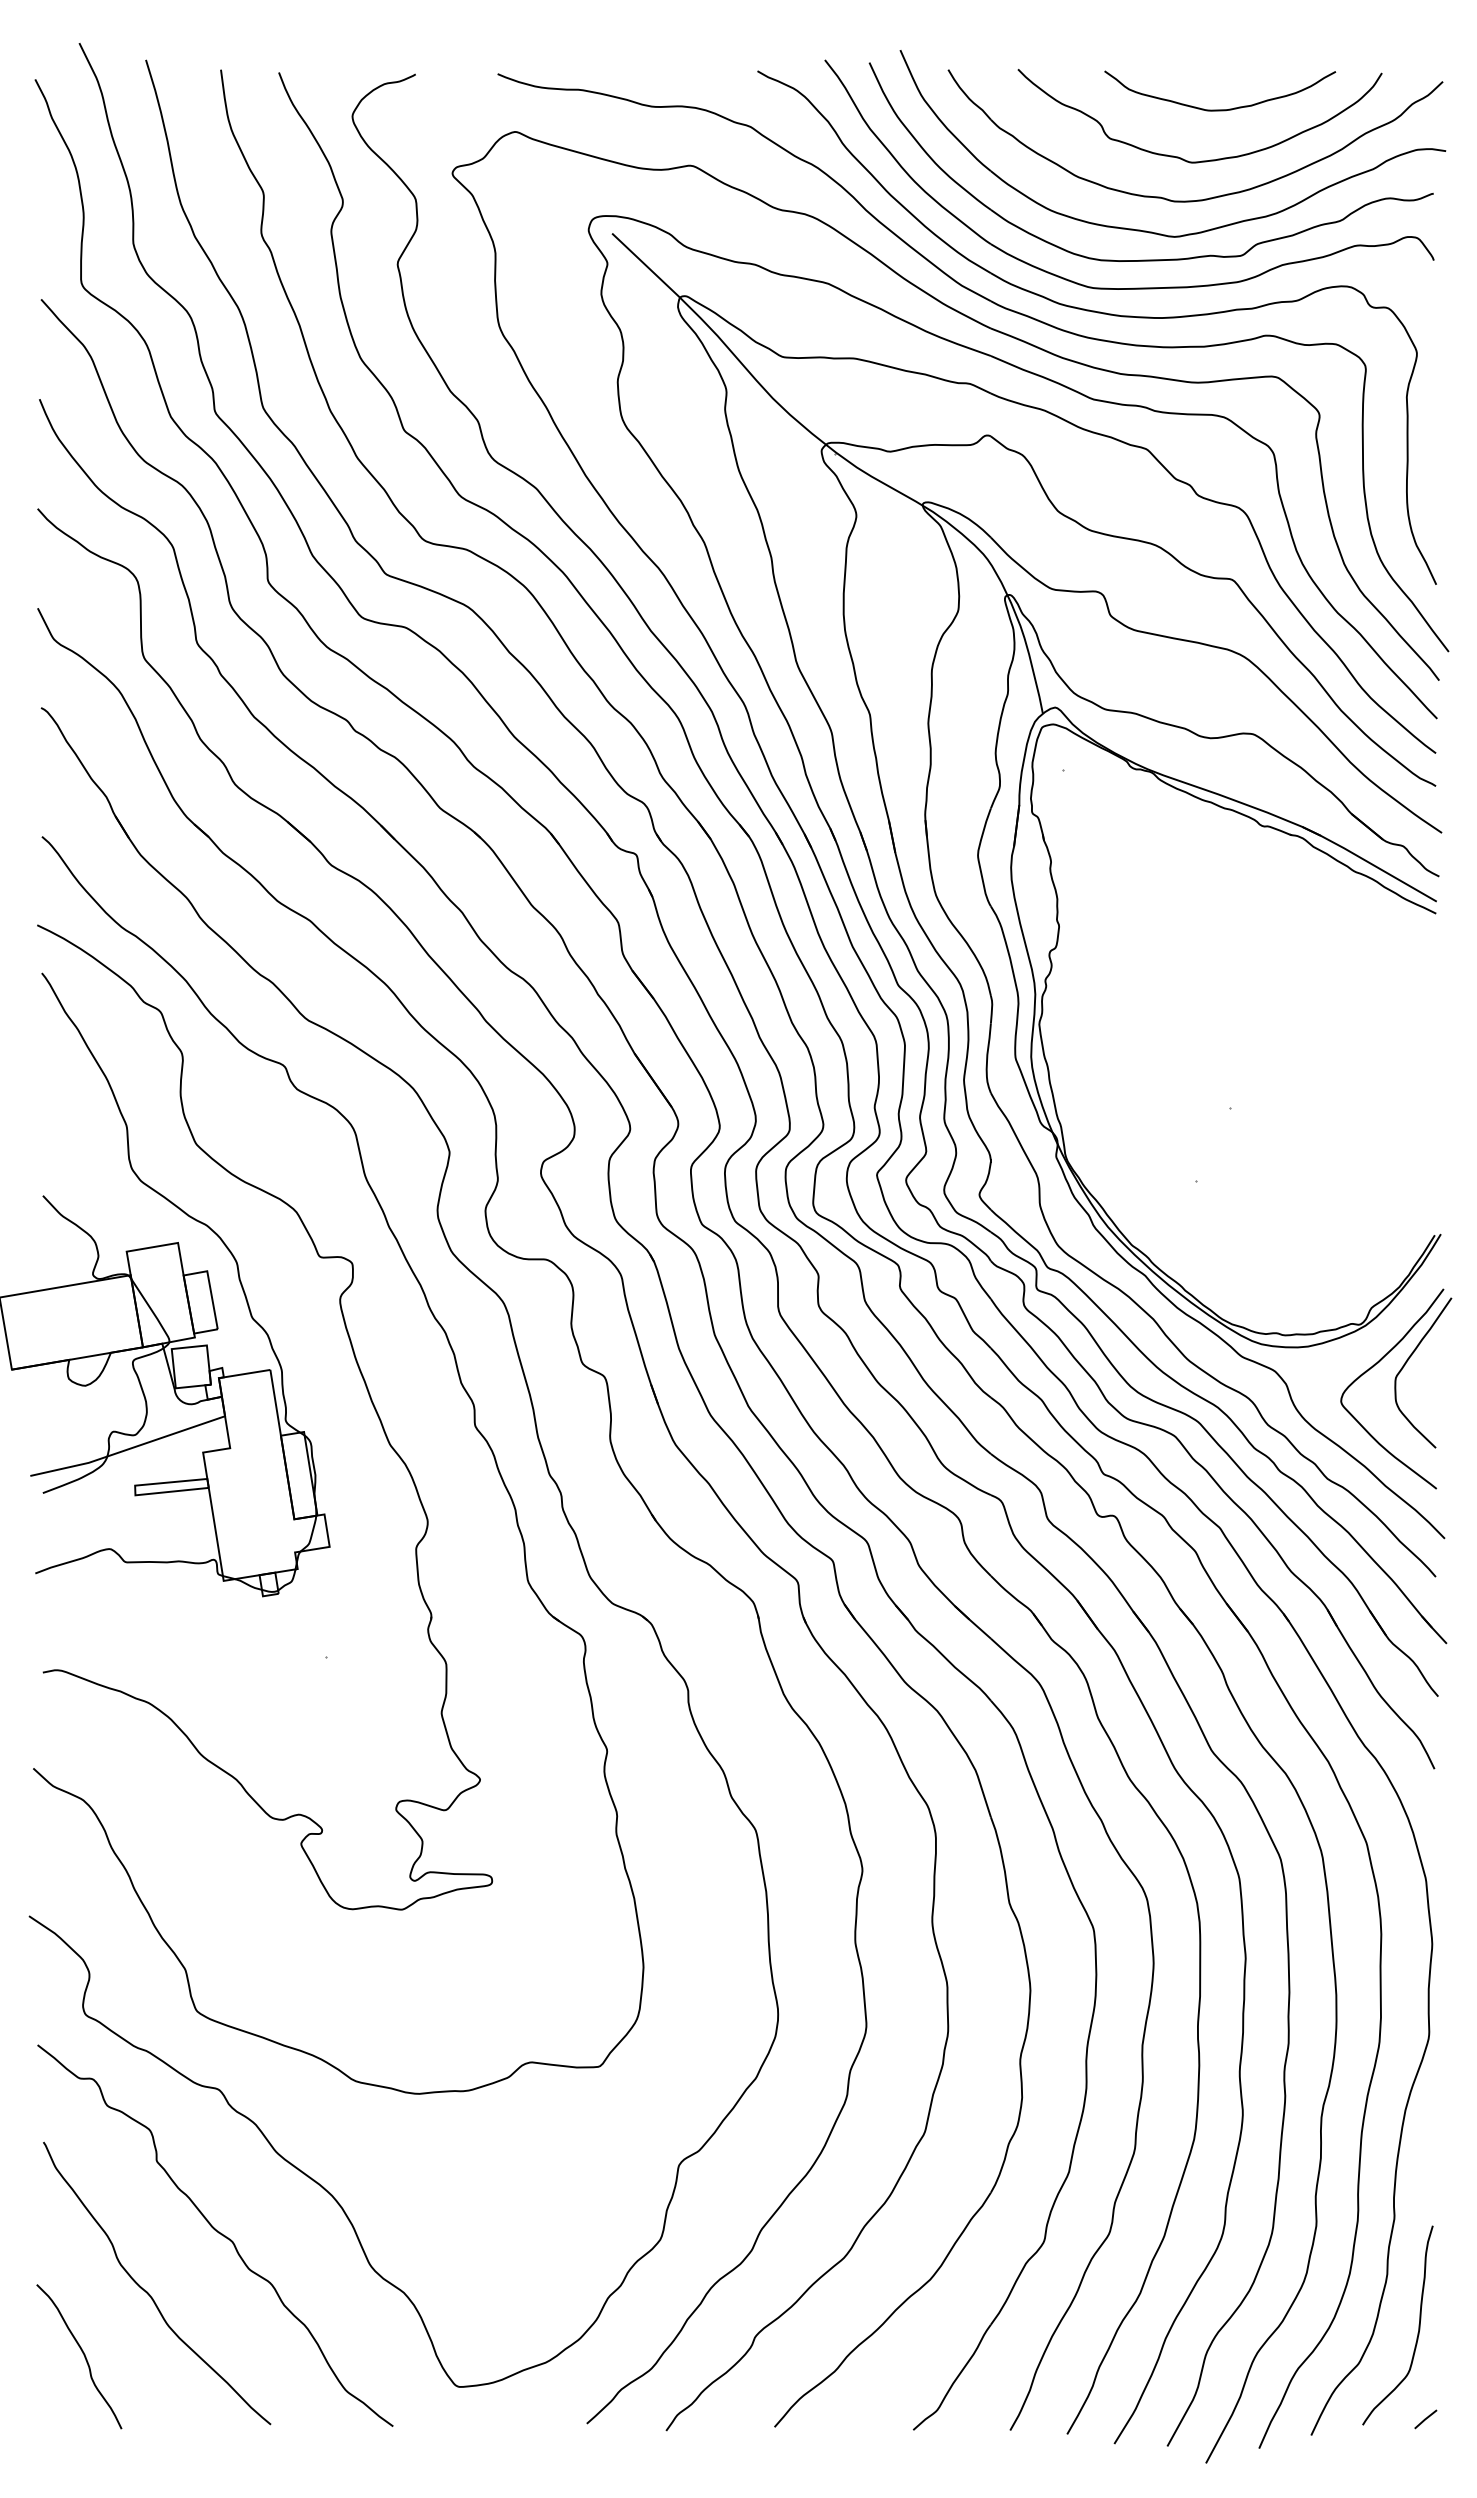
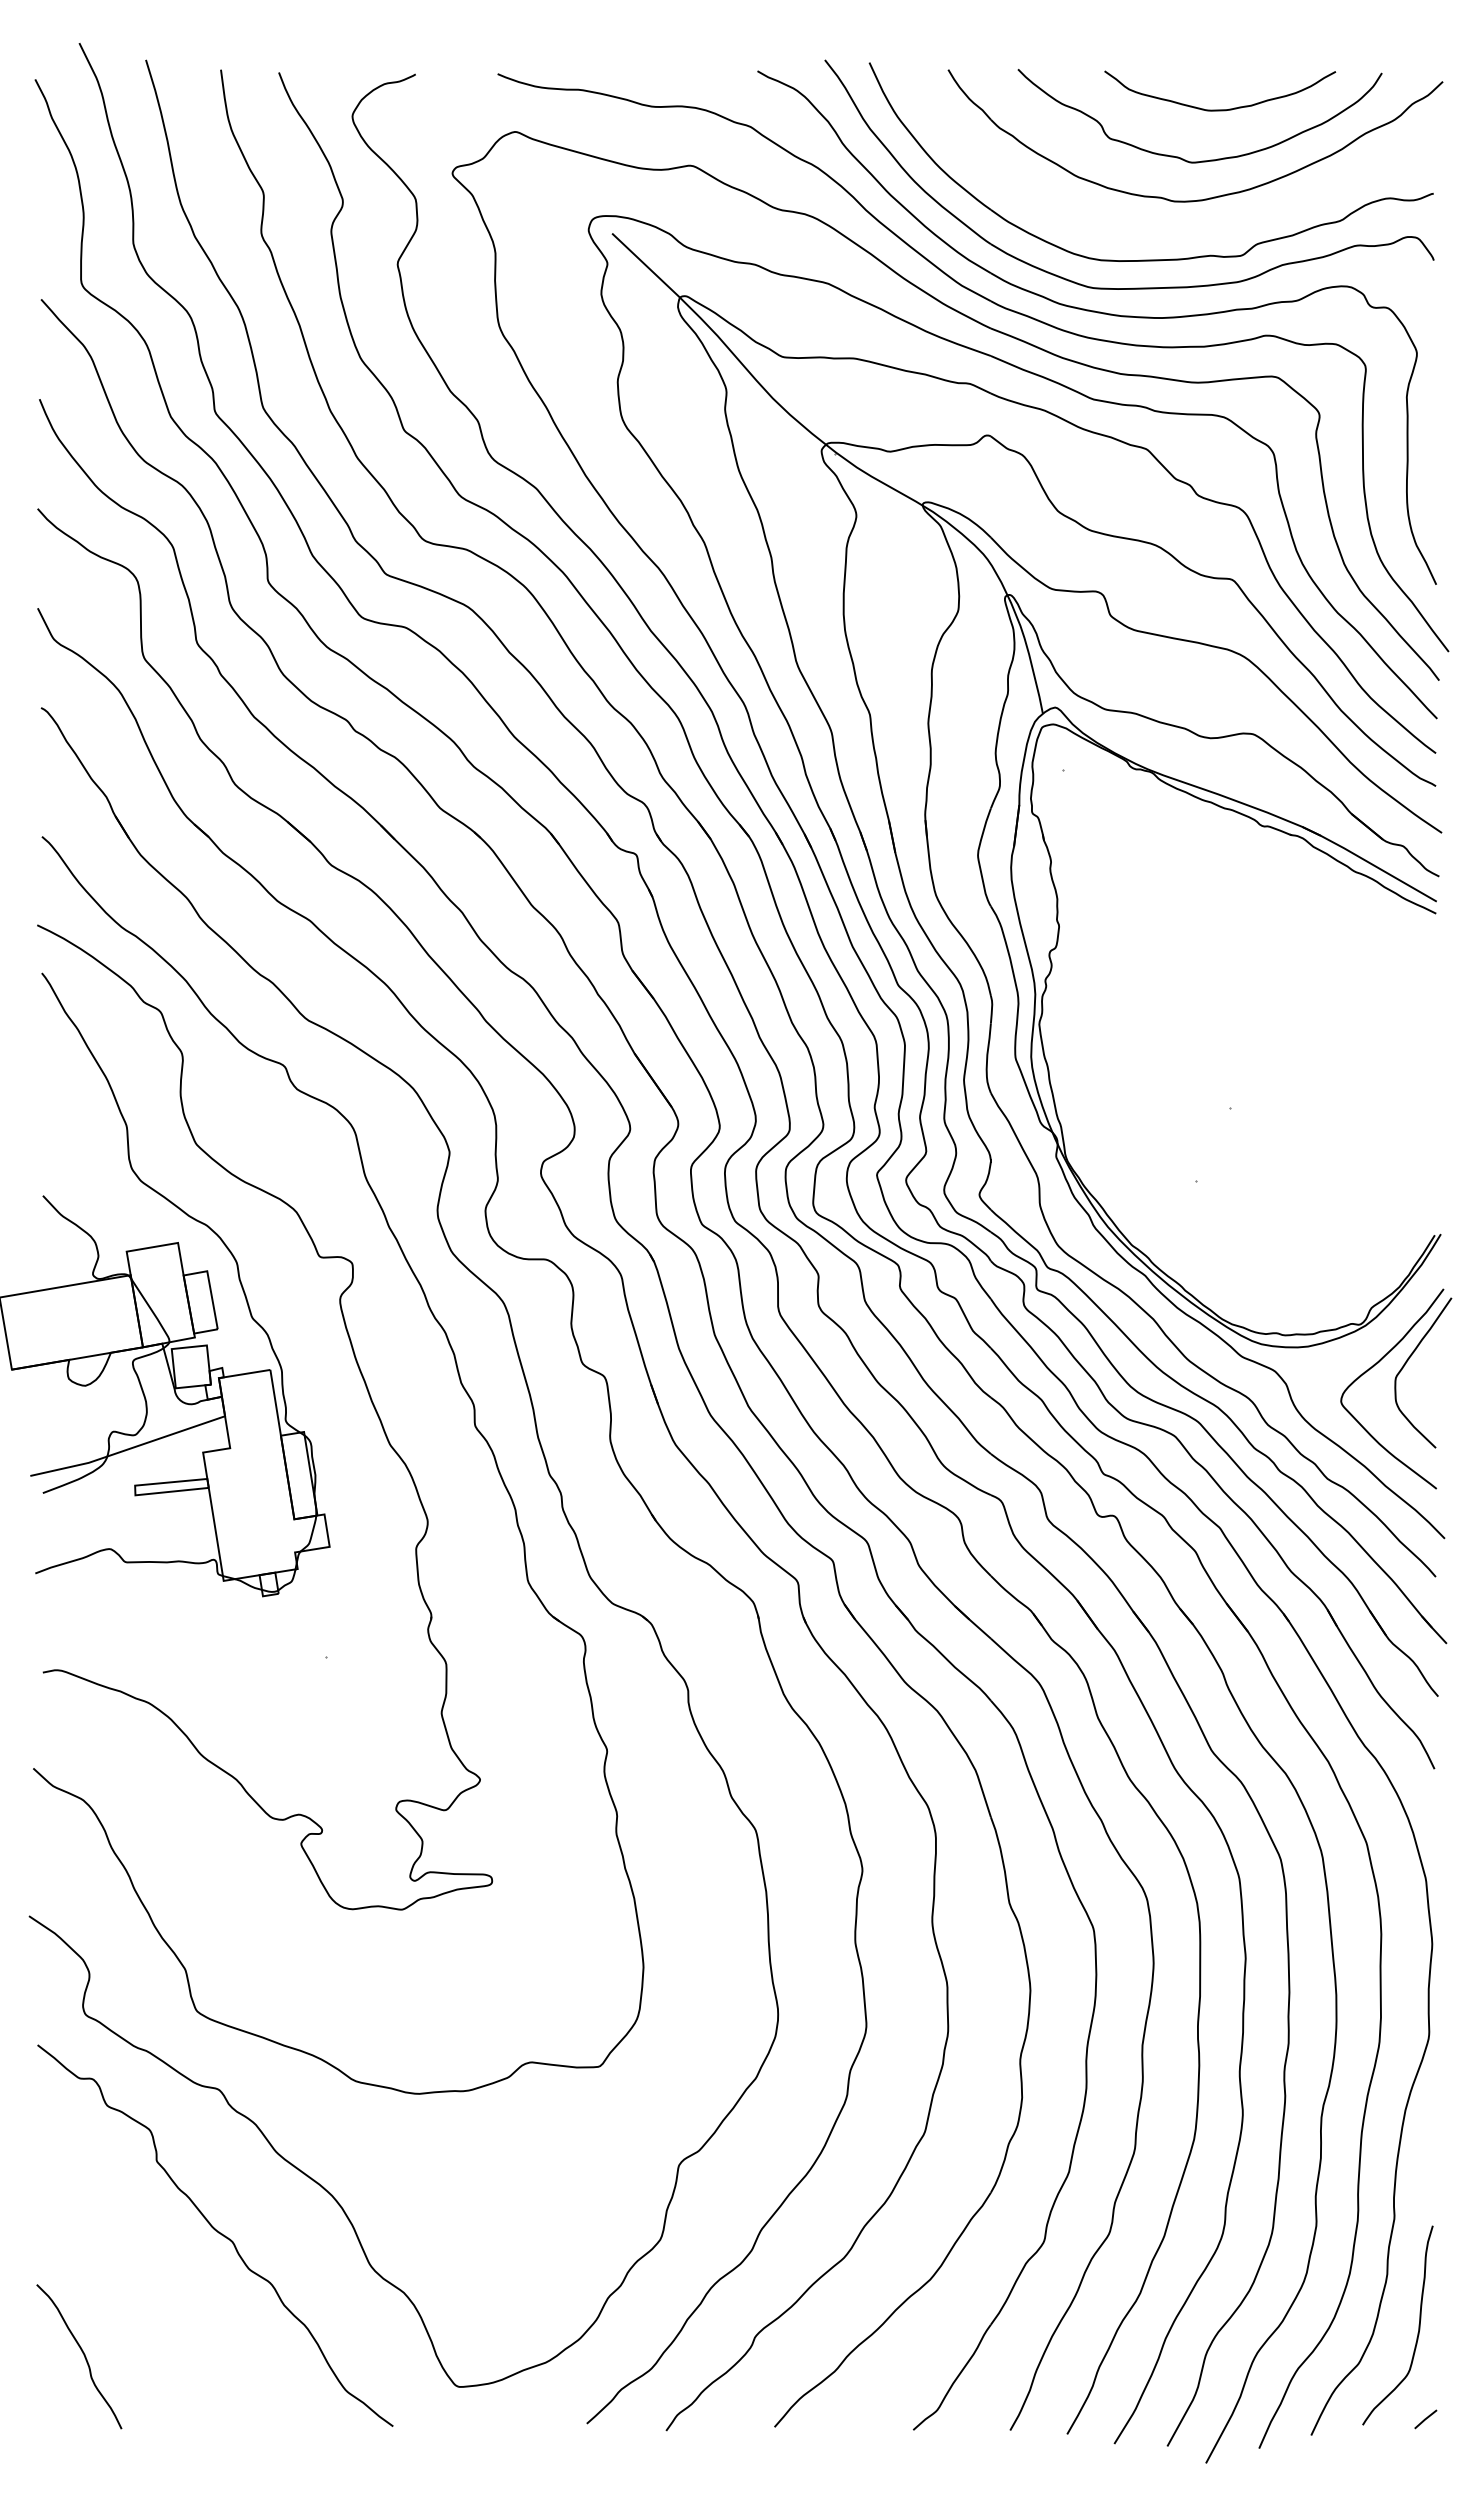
part at (1152, 231): present -> none
curve at (148, 2292): present -> none
